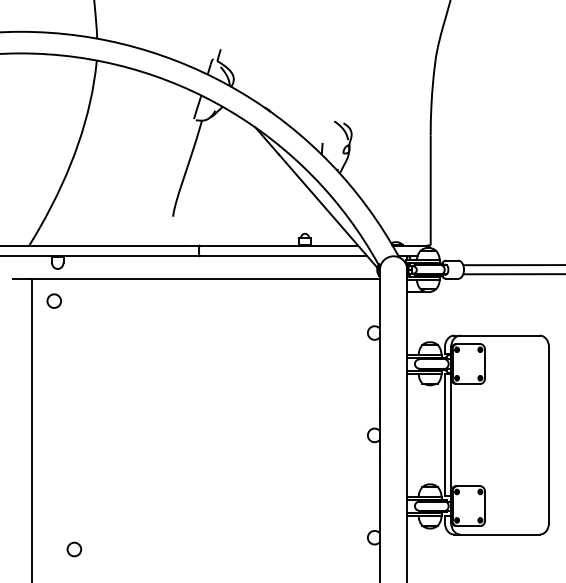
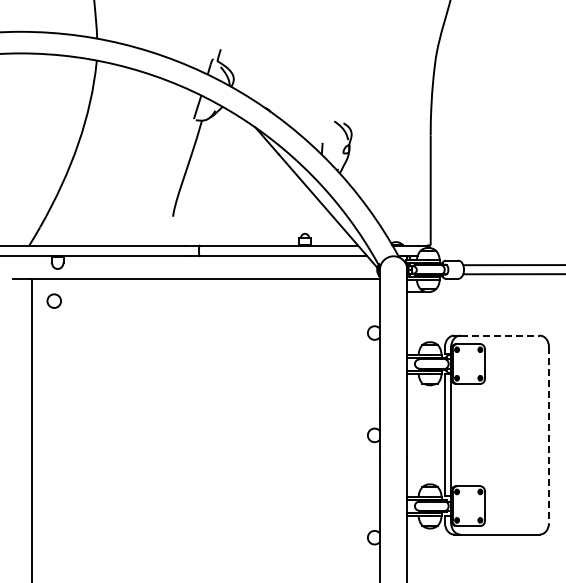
line at (500, 335): solid -> dashed
line at (548, 435): solid -> dashed
circle at (74, 549): present -> none
